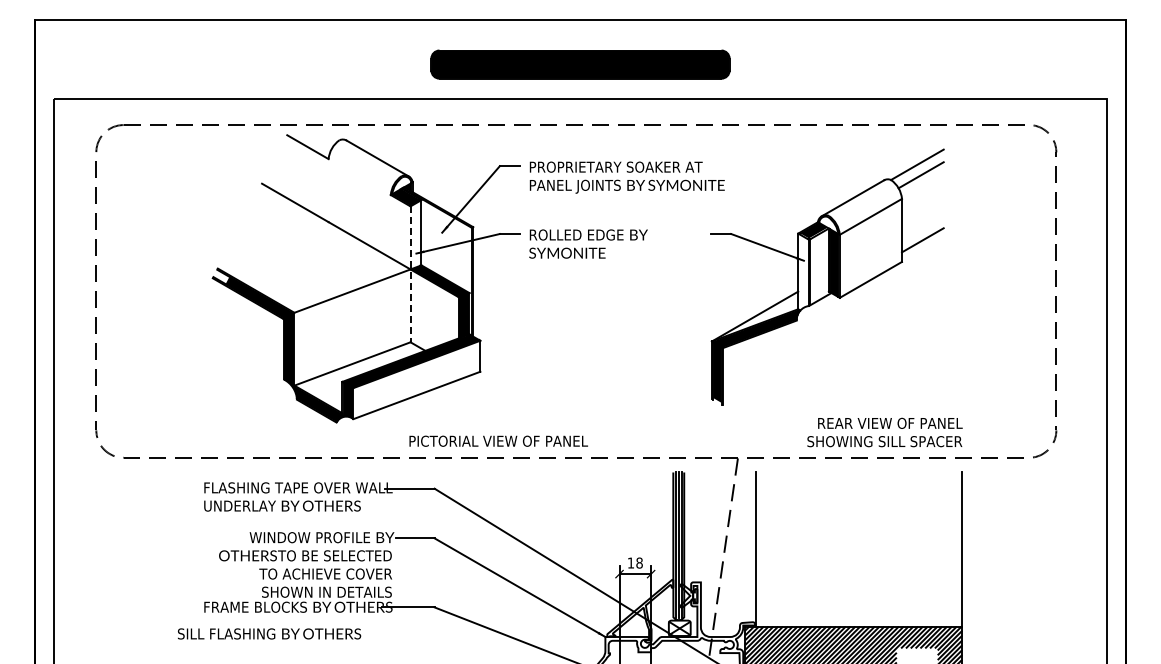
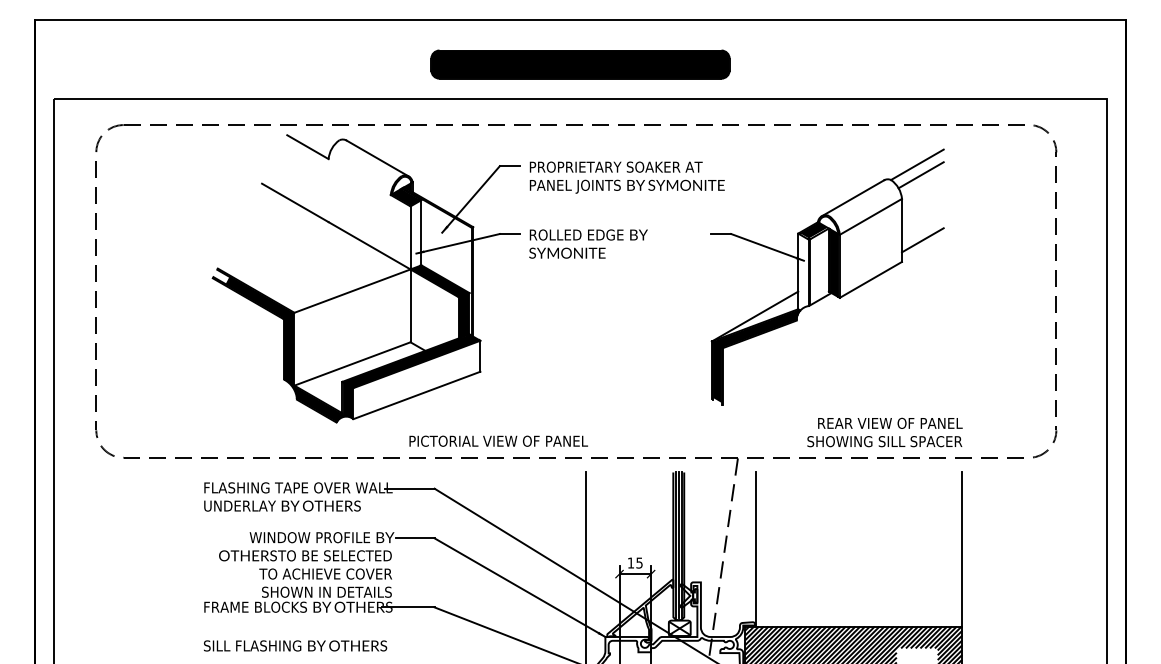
line at (410, 274): dashed -> solid
text at (639, 562): 18 -> 15
line at (586, 566): none -> present
text at (269, 633) position: (269, 633) -> (295, 645)
